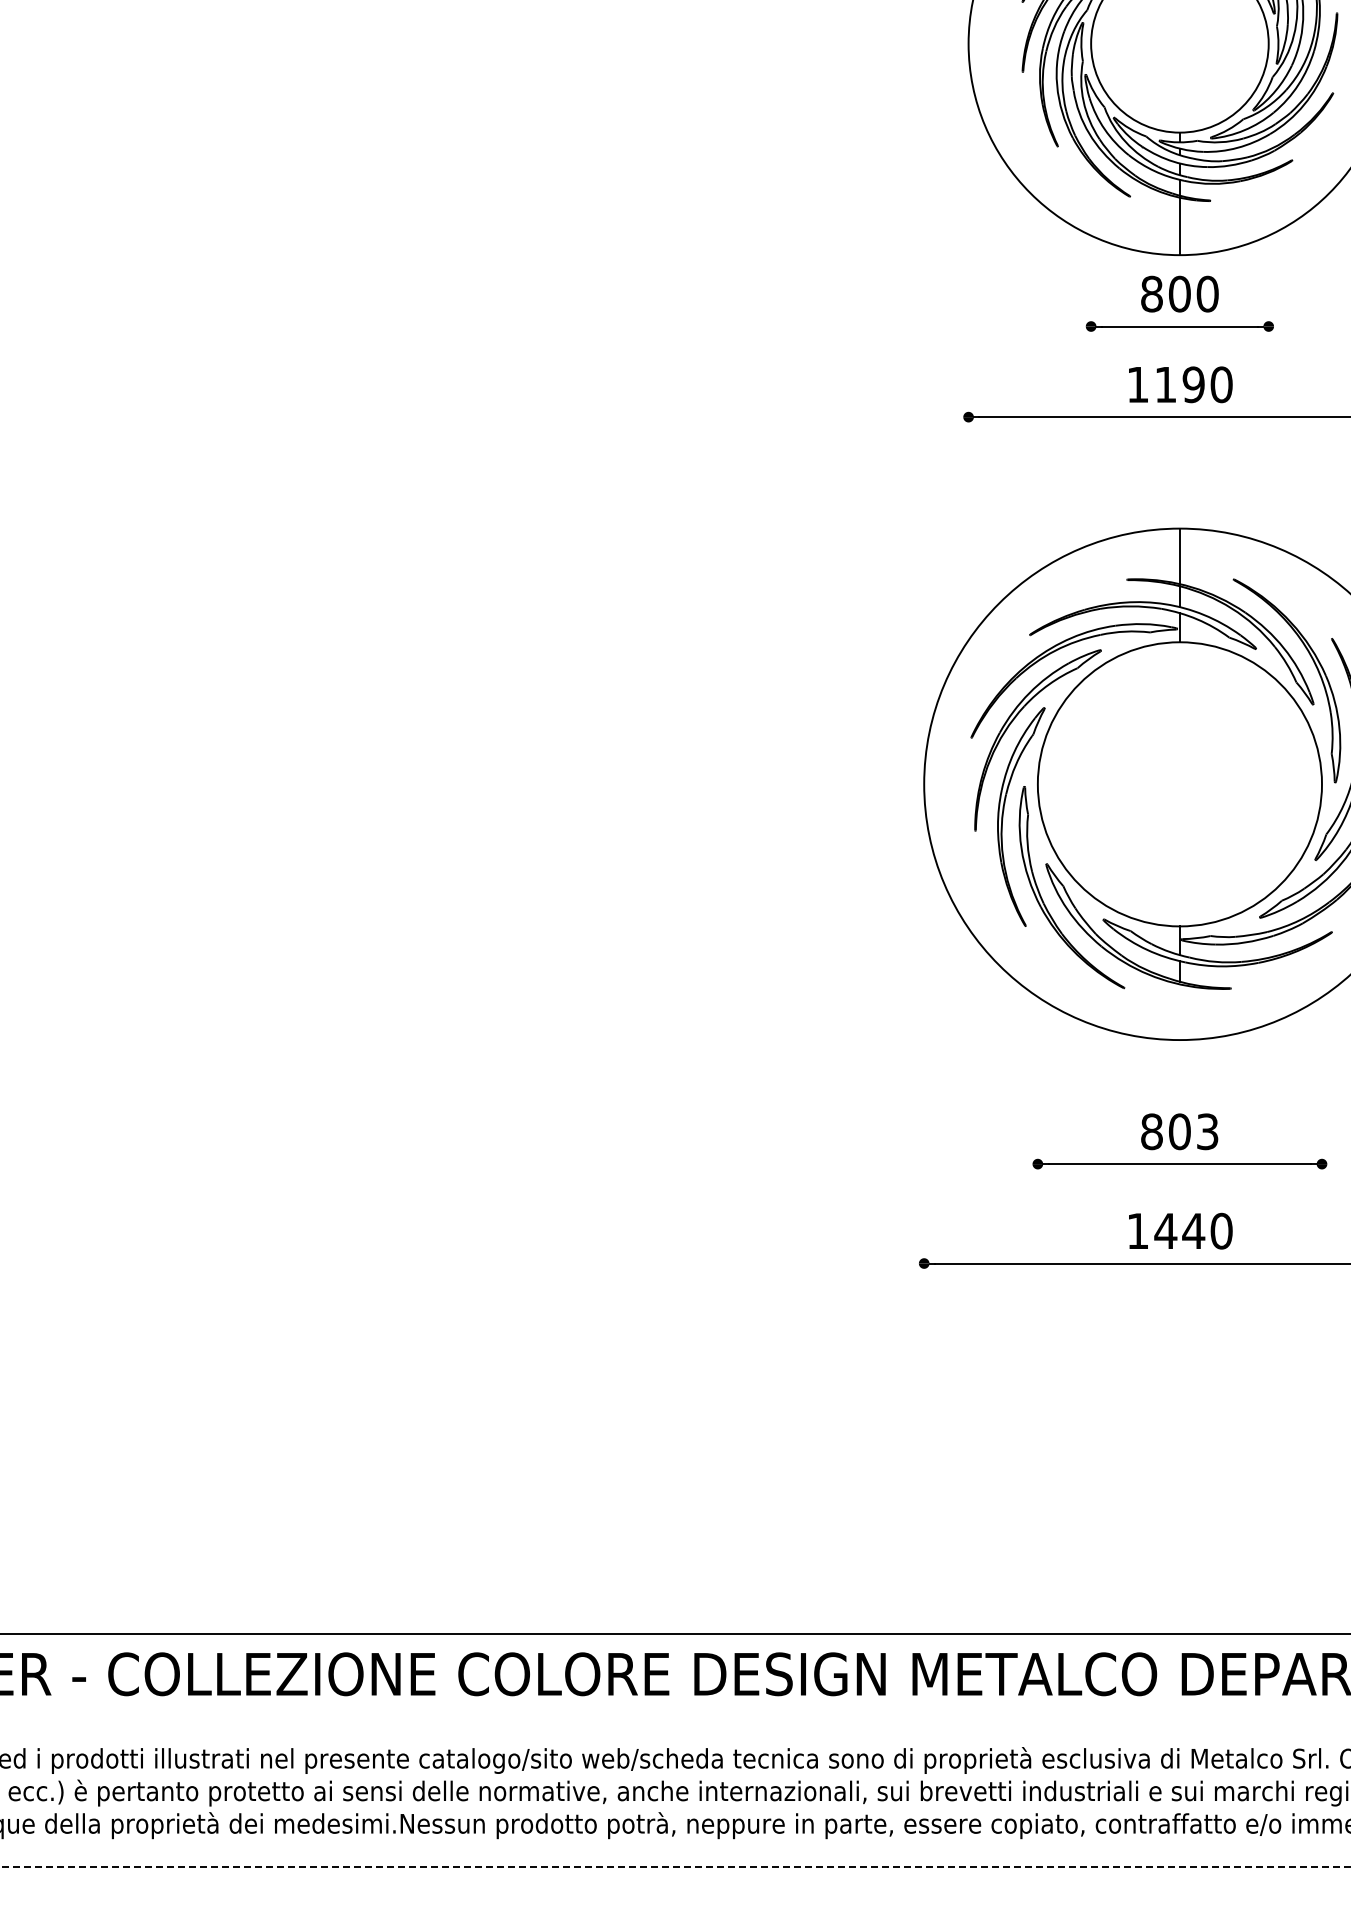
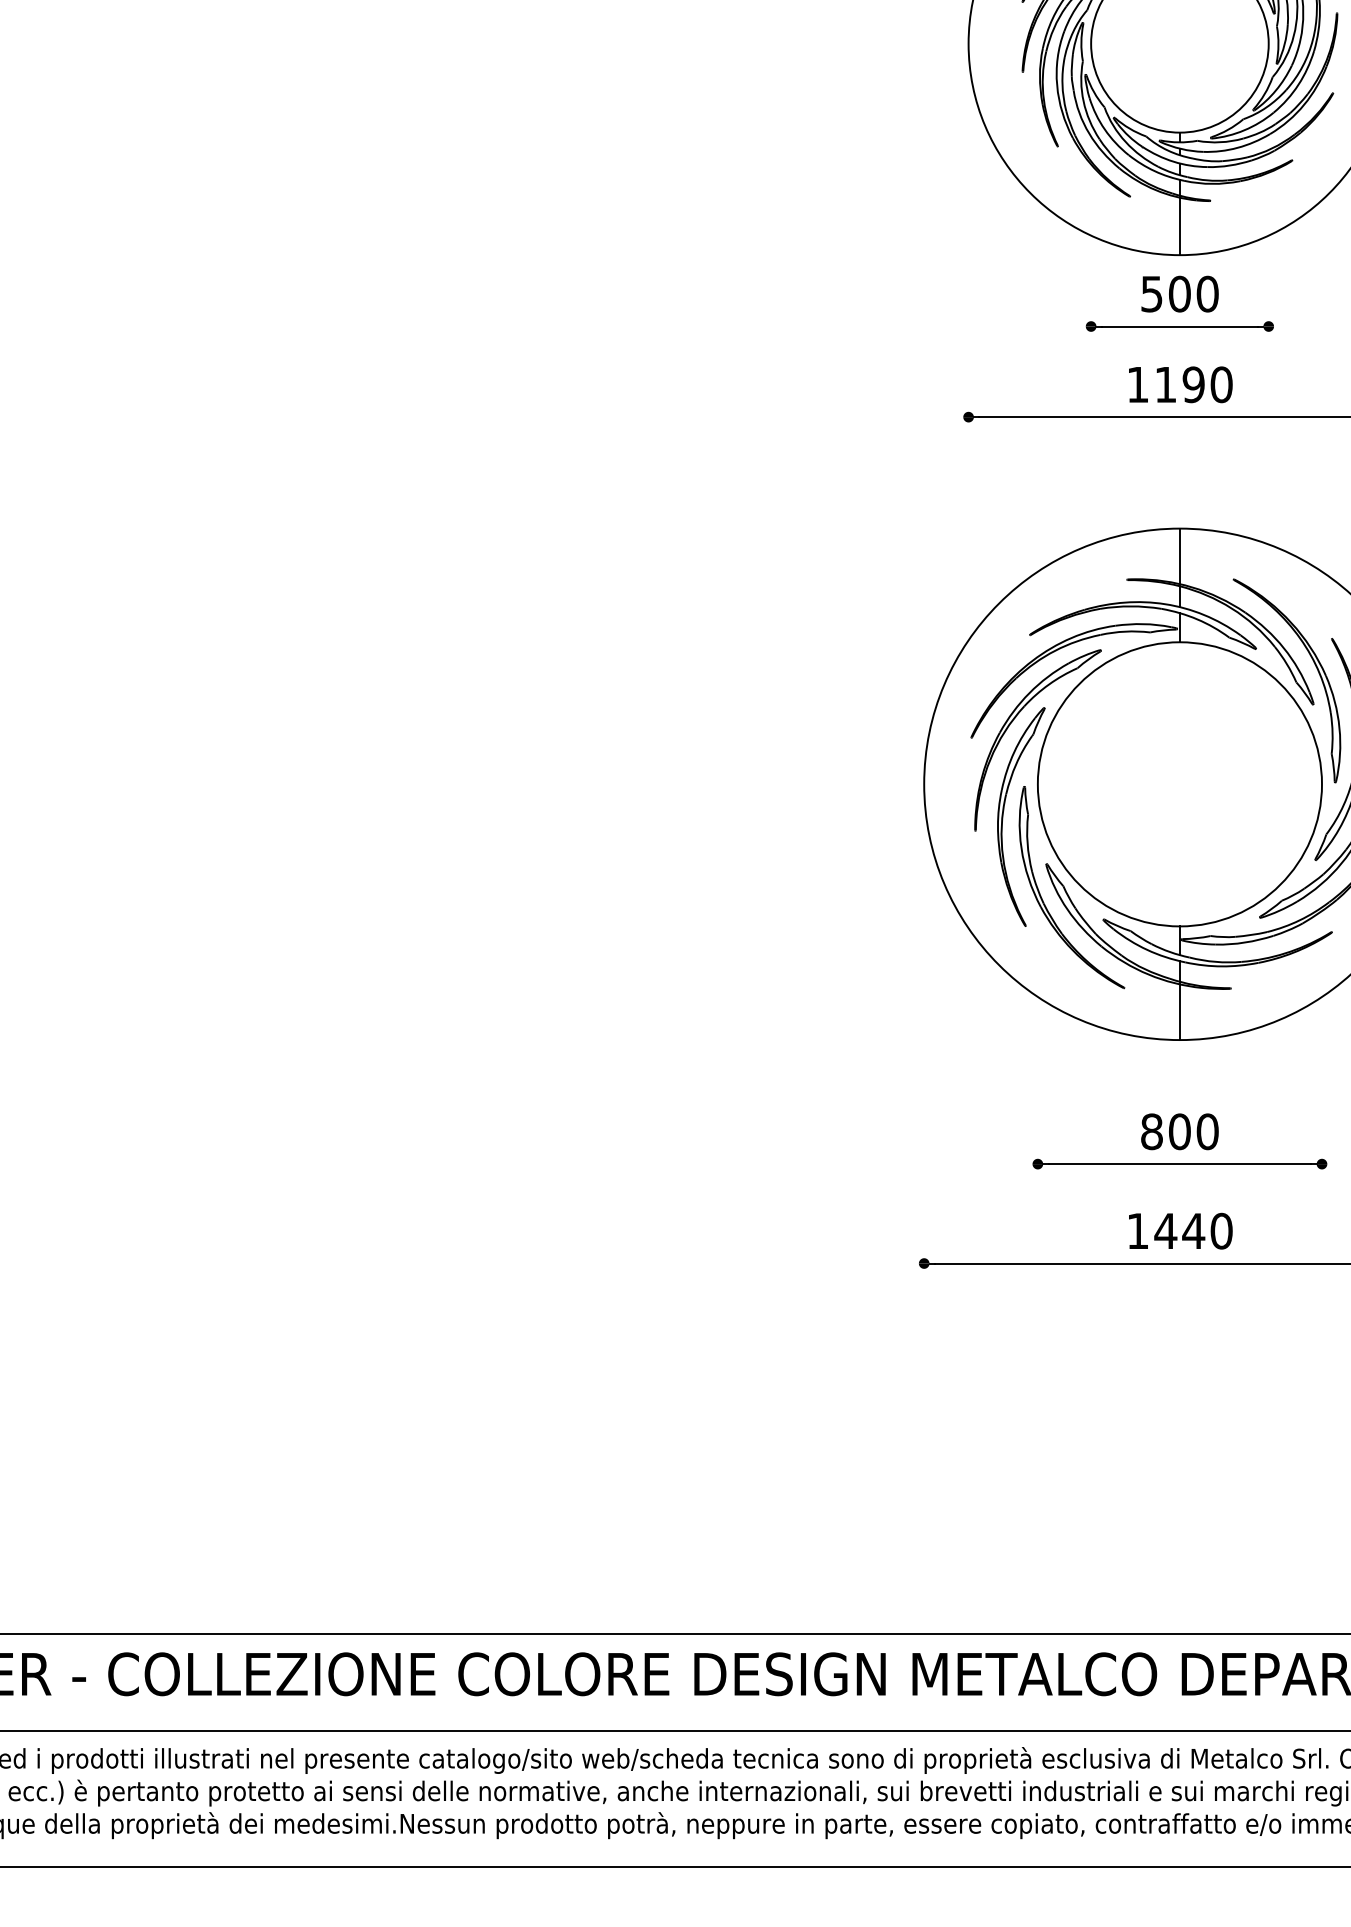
text at (1151, 293): 800 -> 500
line at (1179, 1012): none -> present
text at (1207, 1131): 803 -> 800
line at (674, 1730): none -> present
line at (676, 1866): dashed -> solid
